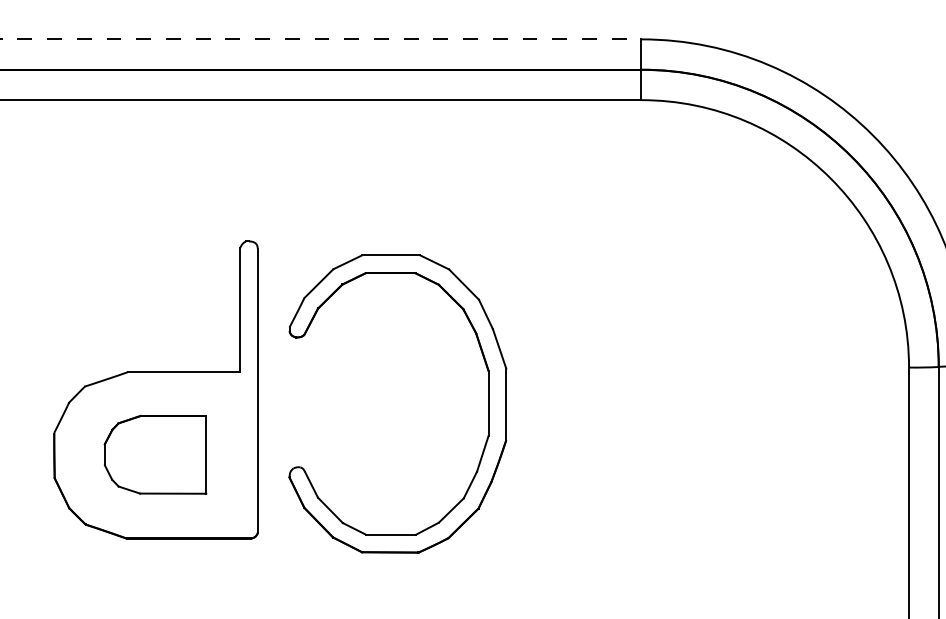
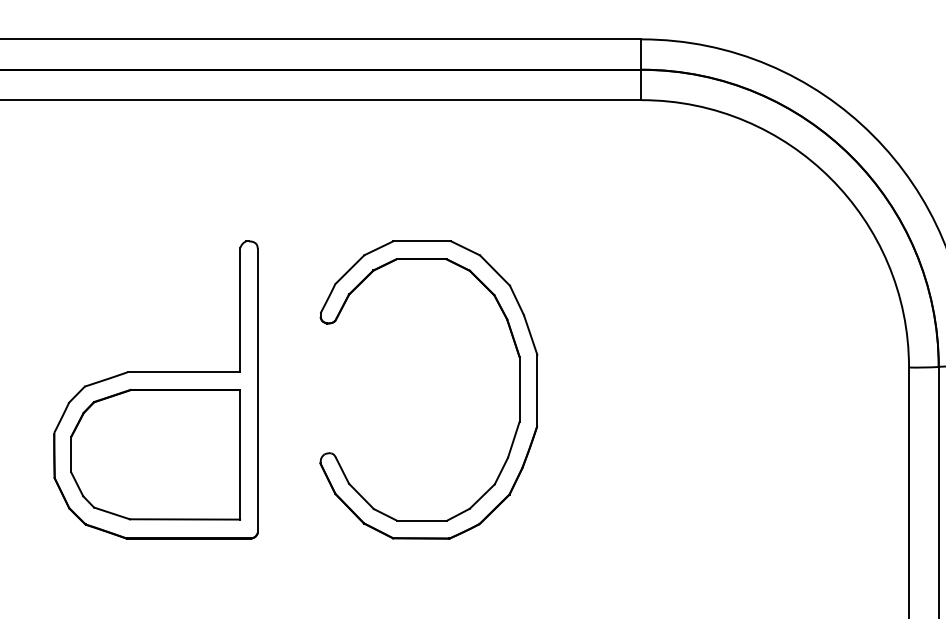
line at (321, 39): dashed -> solid
part at (488, 403) position: (488, 403) -> (519, 389)
part at (155, 454) size: 105x80 px -> 171x132 px
